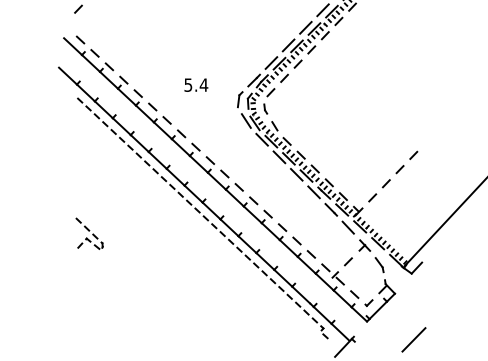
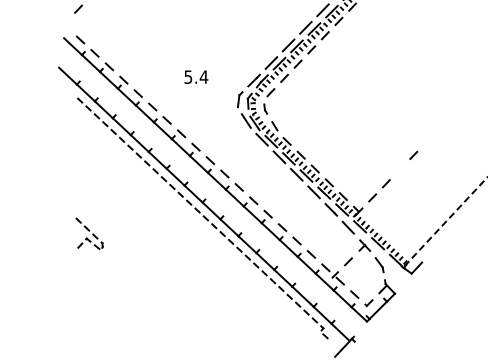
text at (196, 84) position: (196, 84) -> (196, 76)
line at (399, 169): present -> none
line at (446, 221): solid -> dashed
line at (413, 339): present -> none
